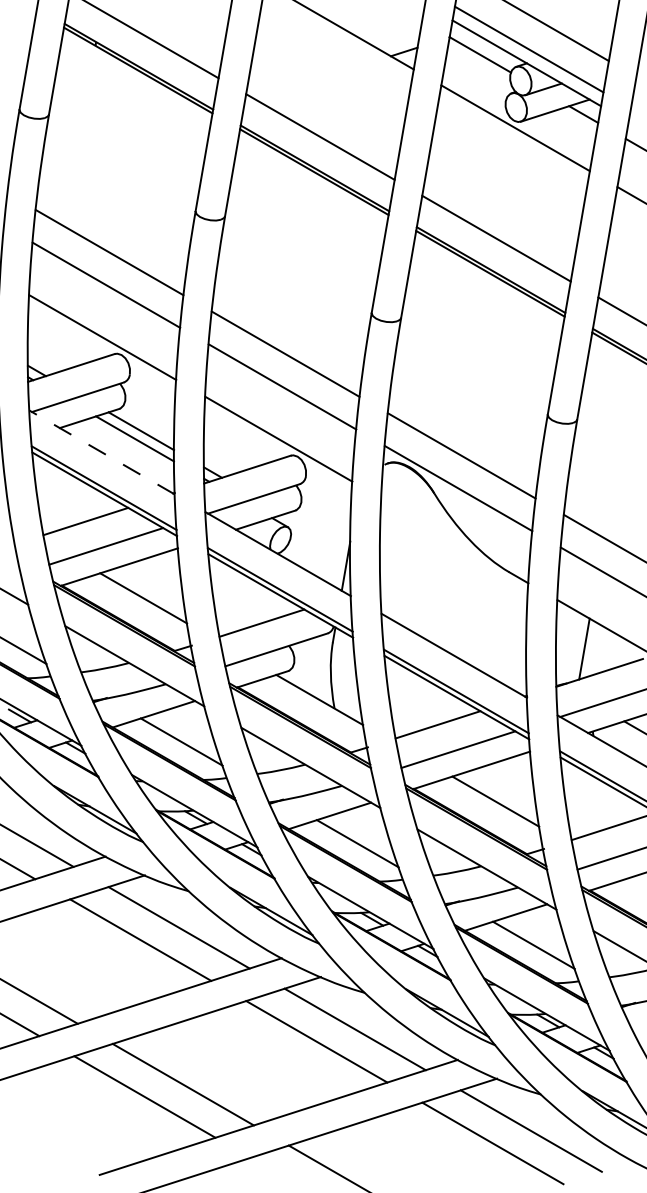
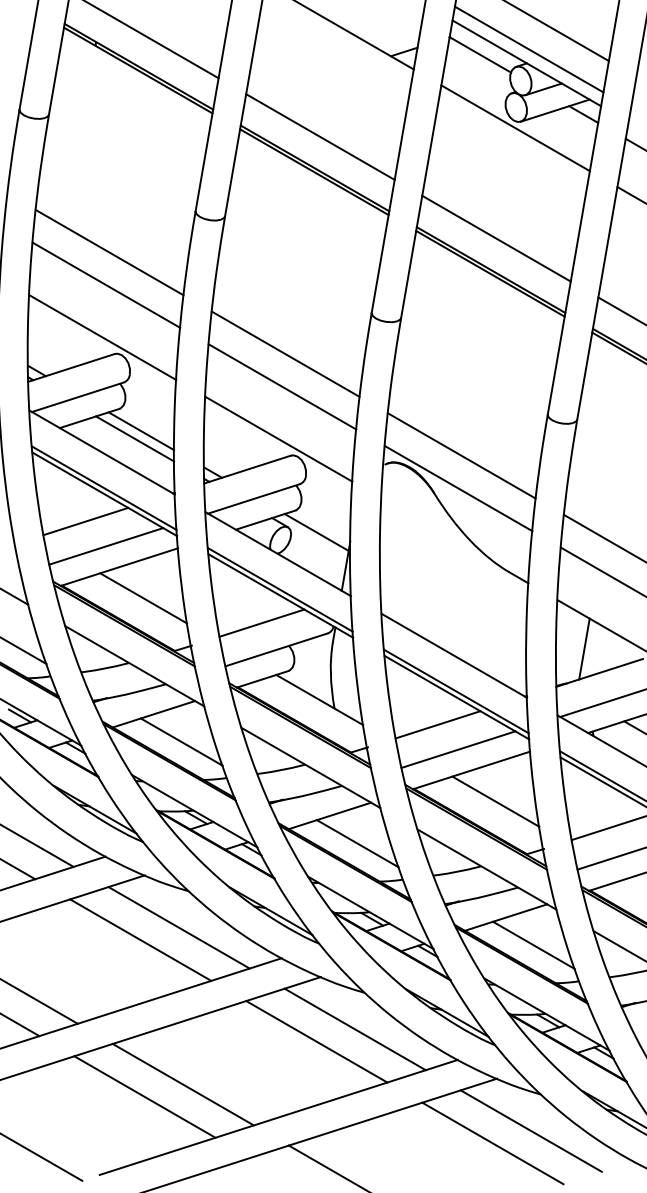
line at (102, 452): dashed -> solid
line at (316, 532): none -> present
line at (42, 1157): none -> present
